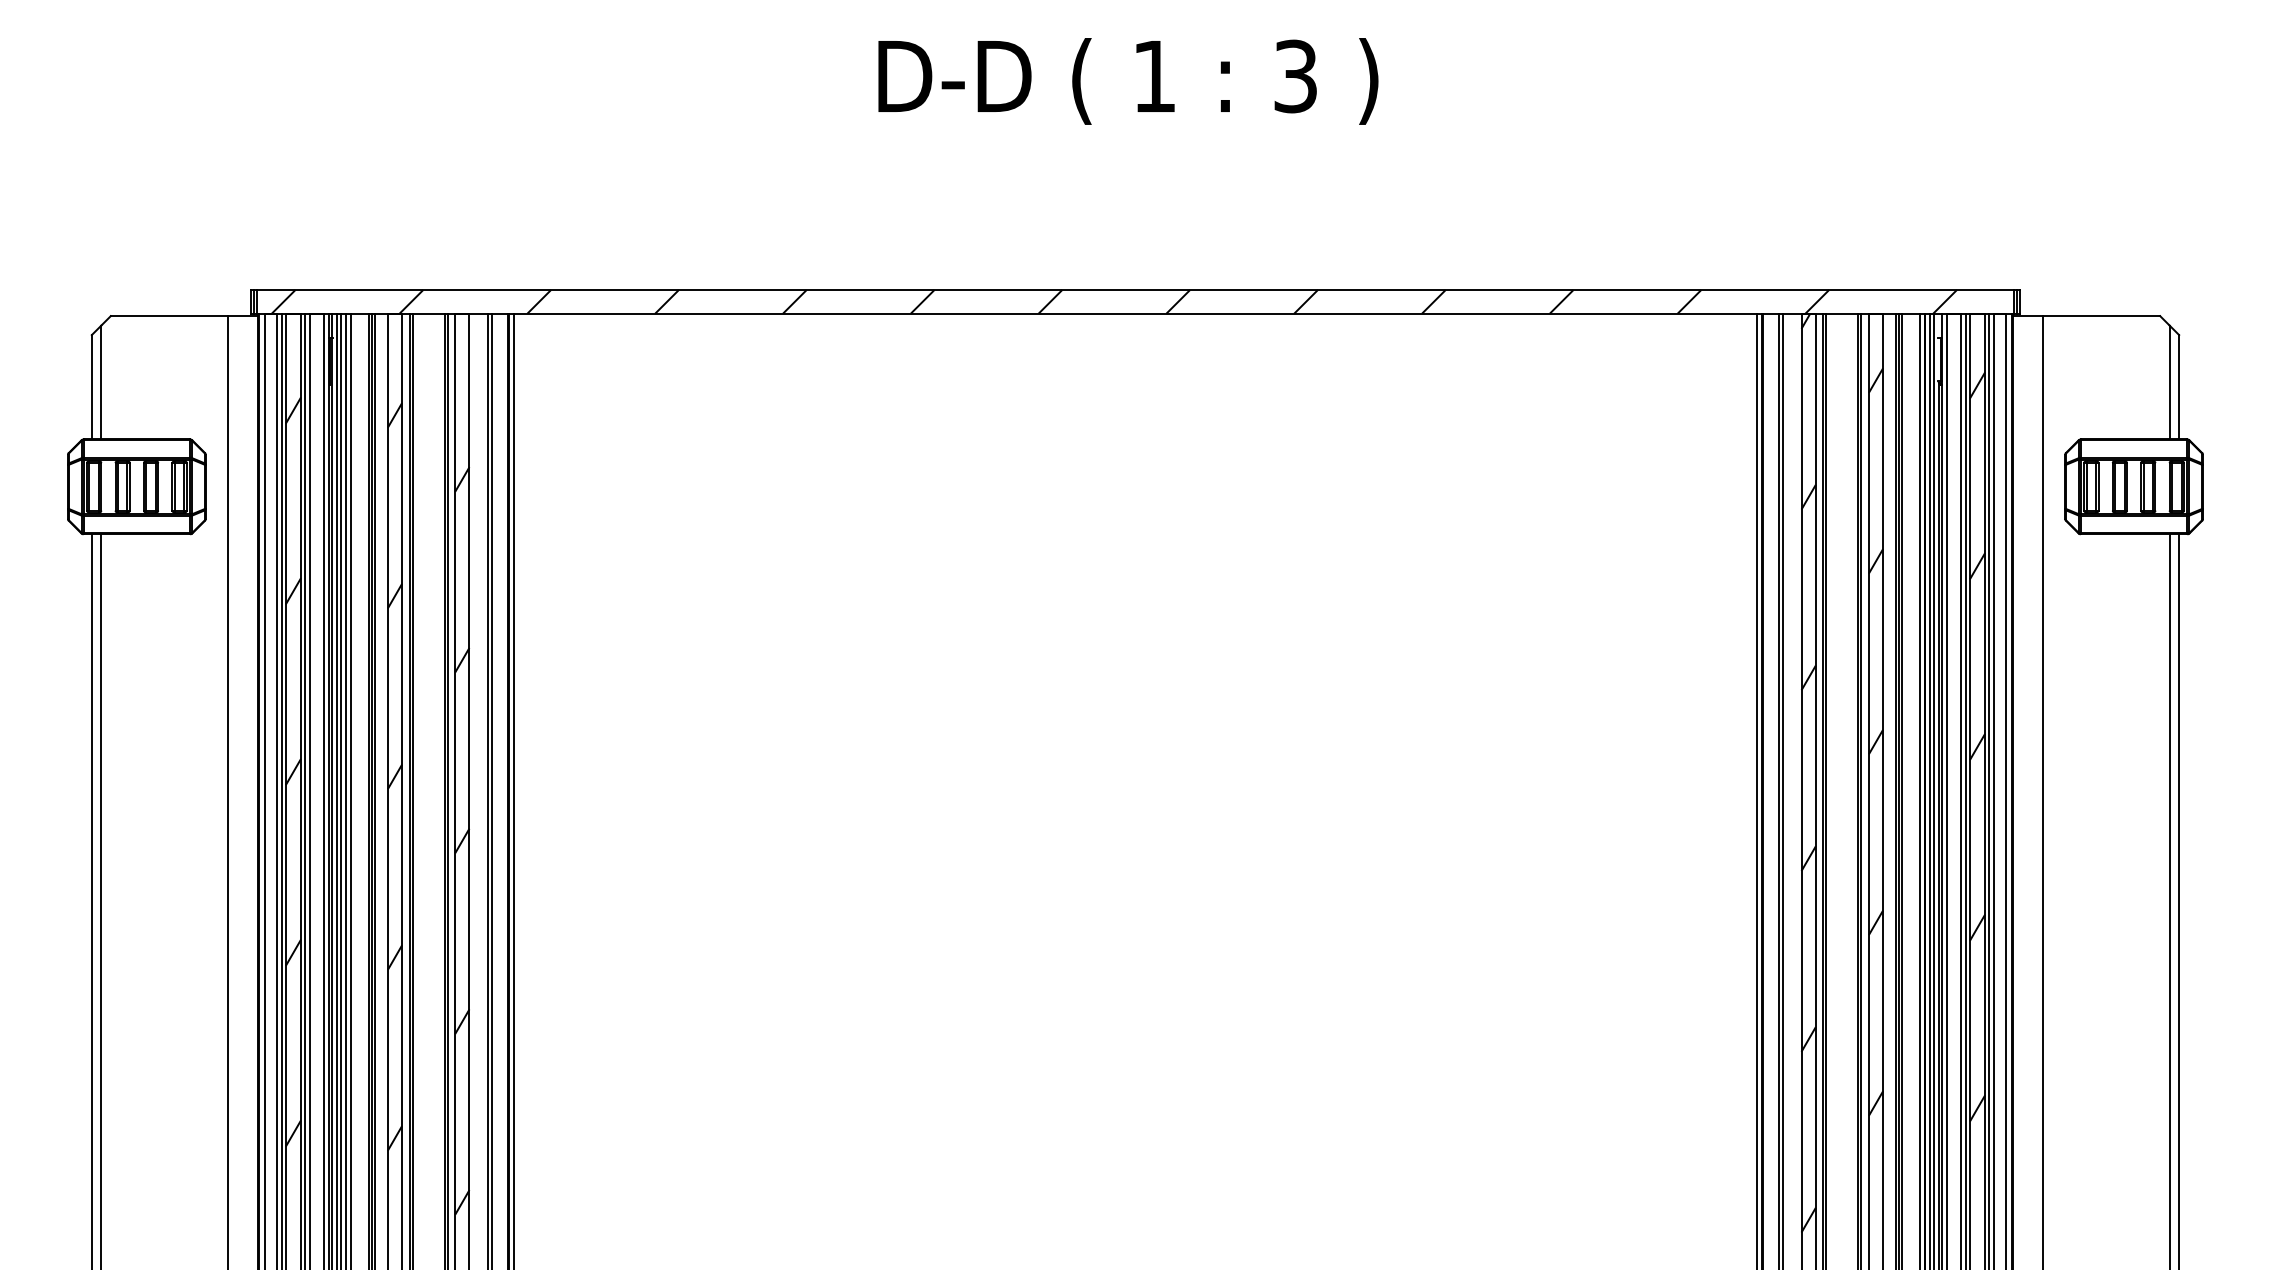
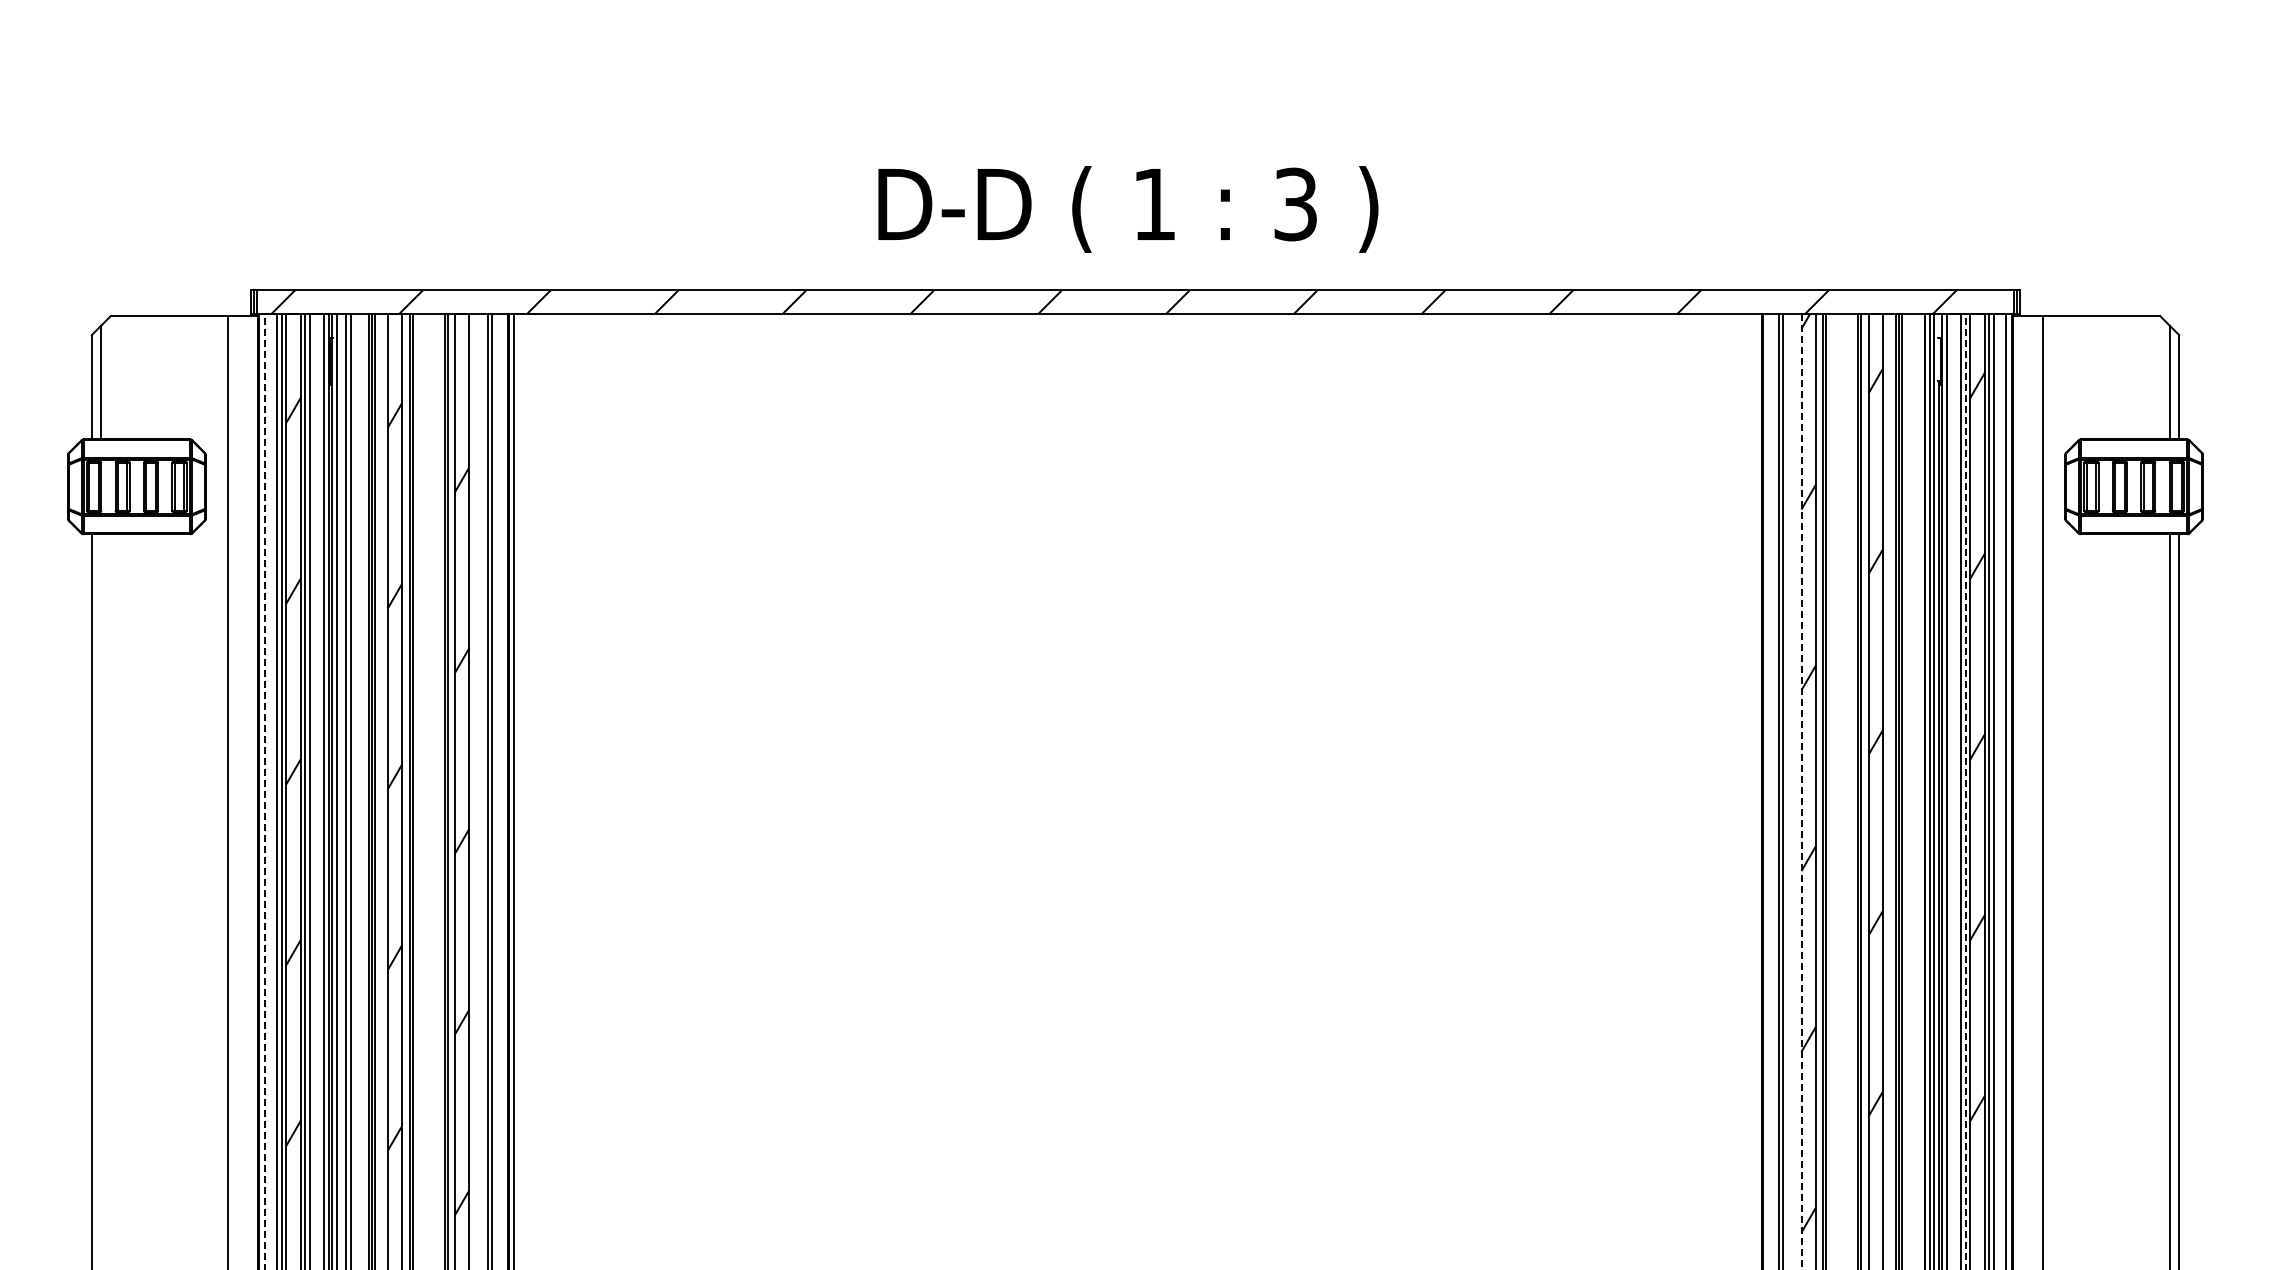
text at (1128, 81) position: (1128, 81) -> (1128, 209)
line at (341, 789): present -> none
line at (1756, 789): present -> none
line at (1920, 789): present -> none
line at (264, 791): solid -> dashed
line at (1801, 791): solid -> dashed
line at (1965, 791): solid -> dashed
line at (101, 900): present -> none
